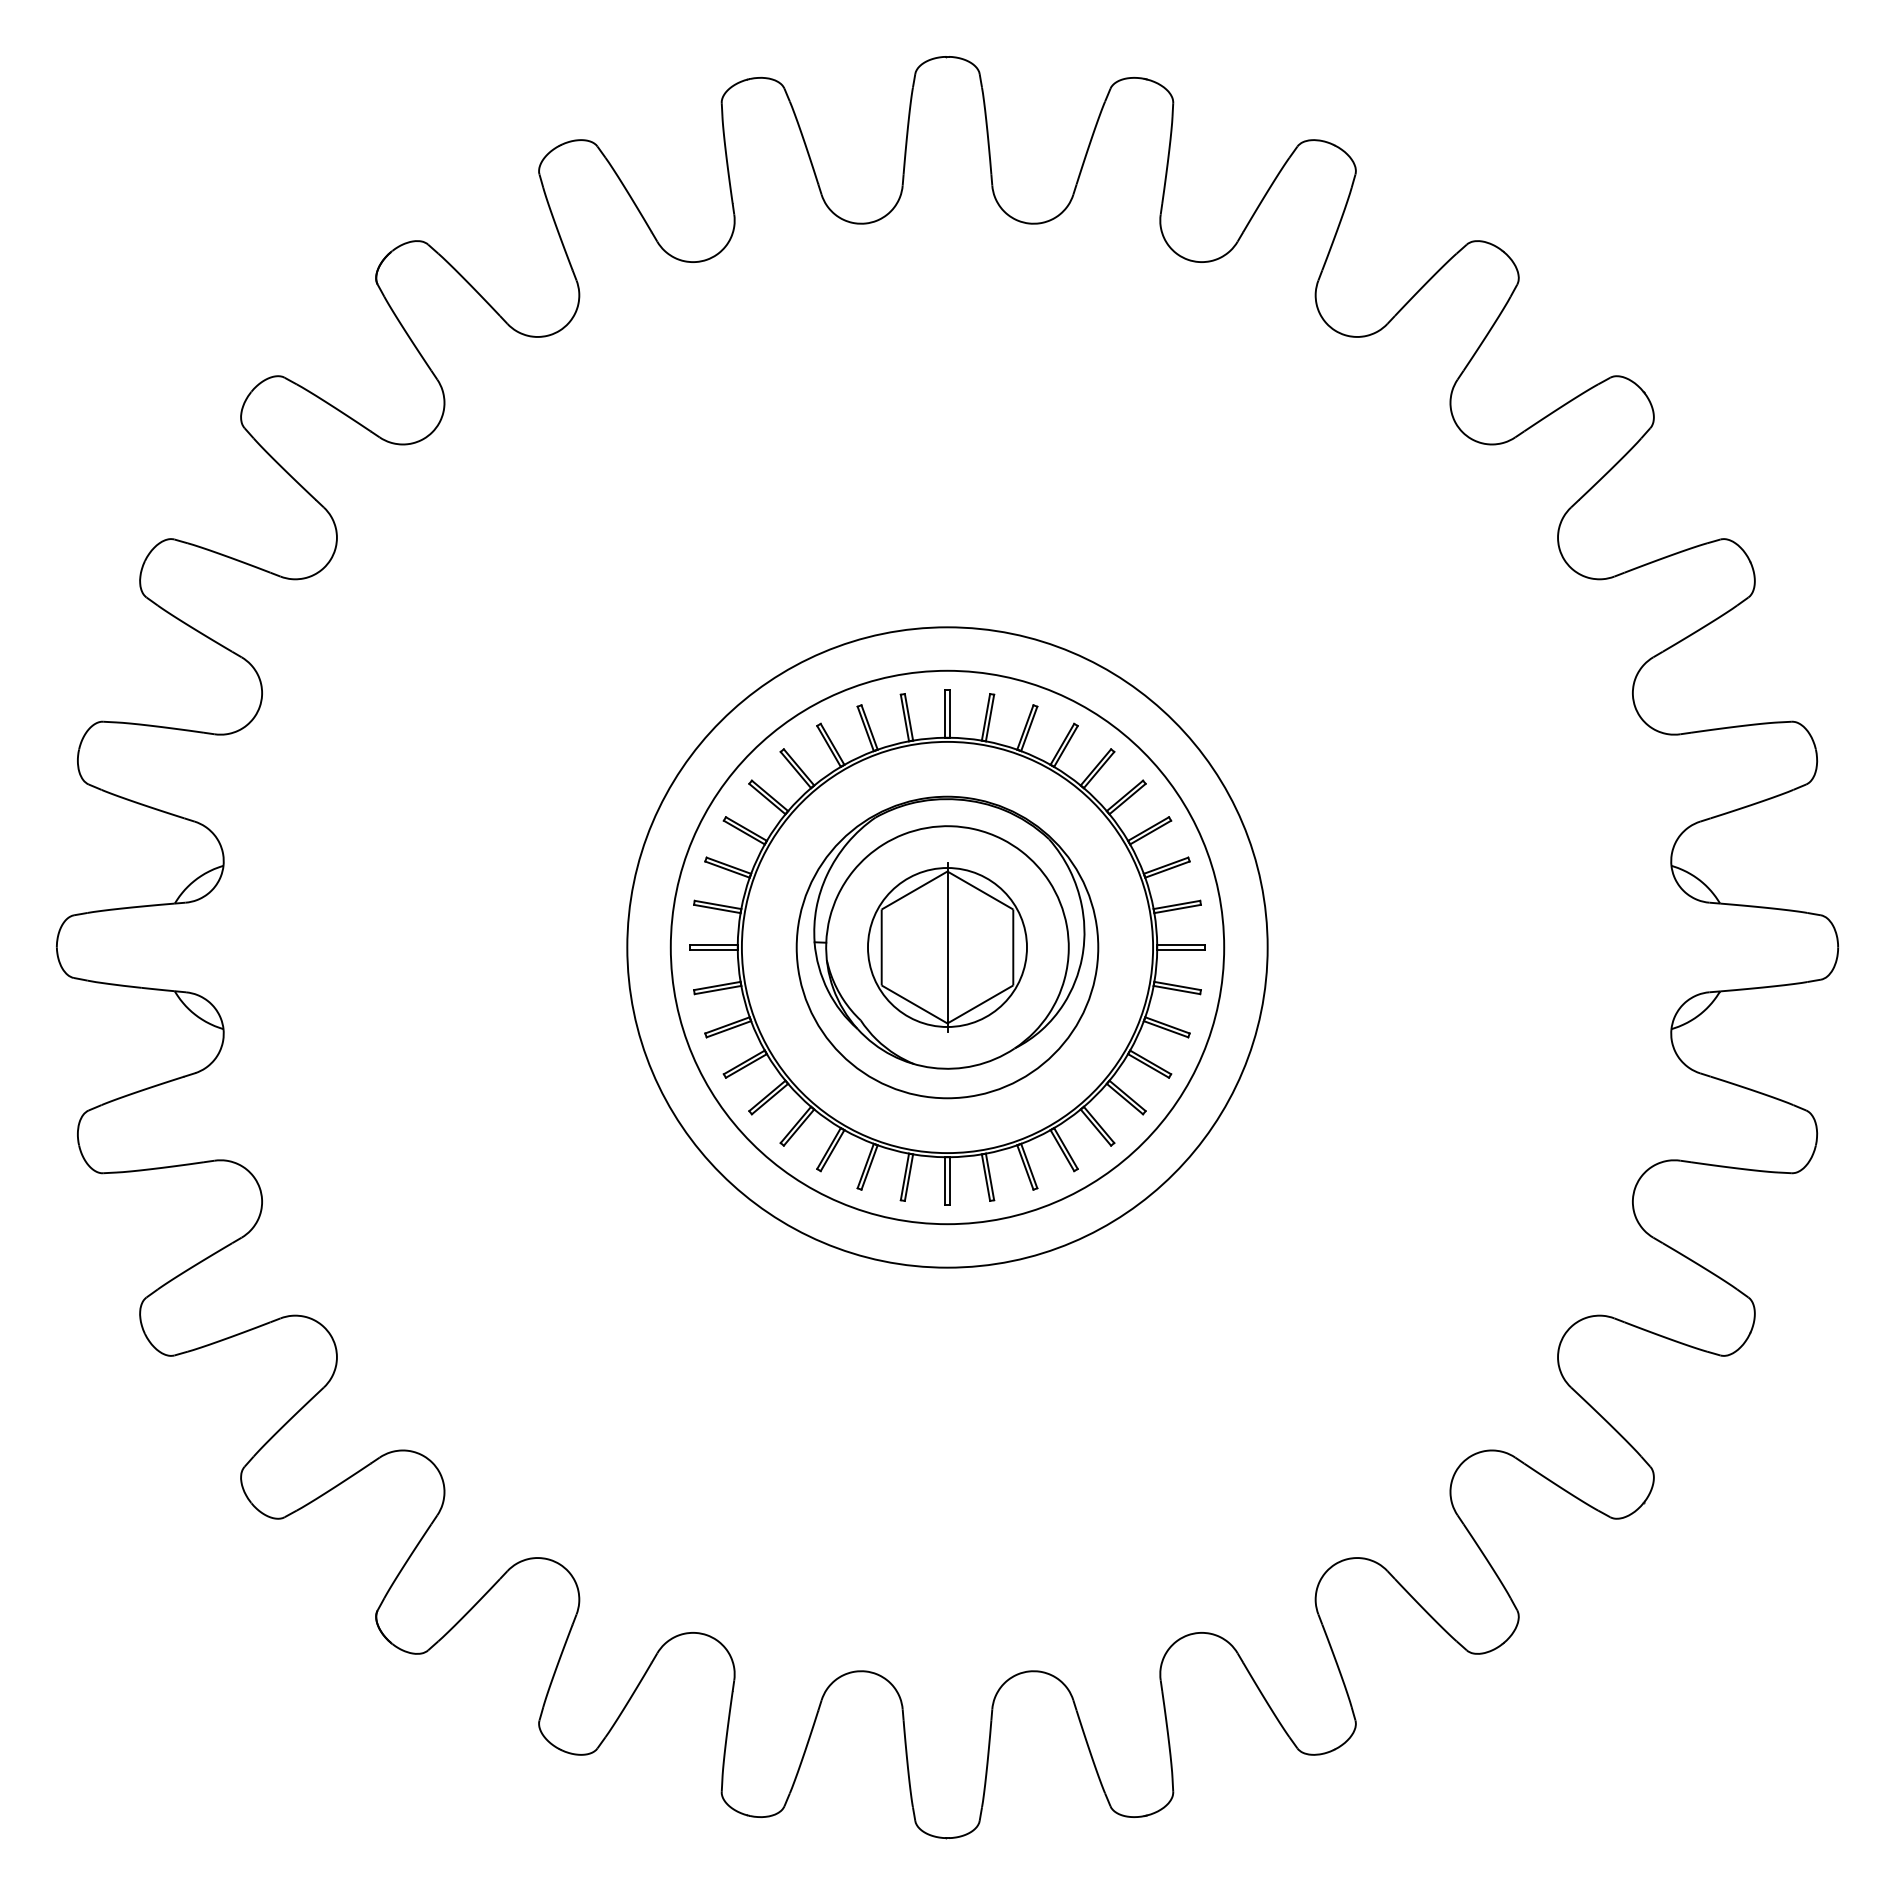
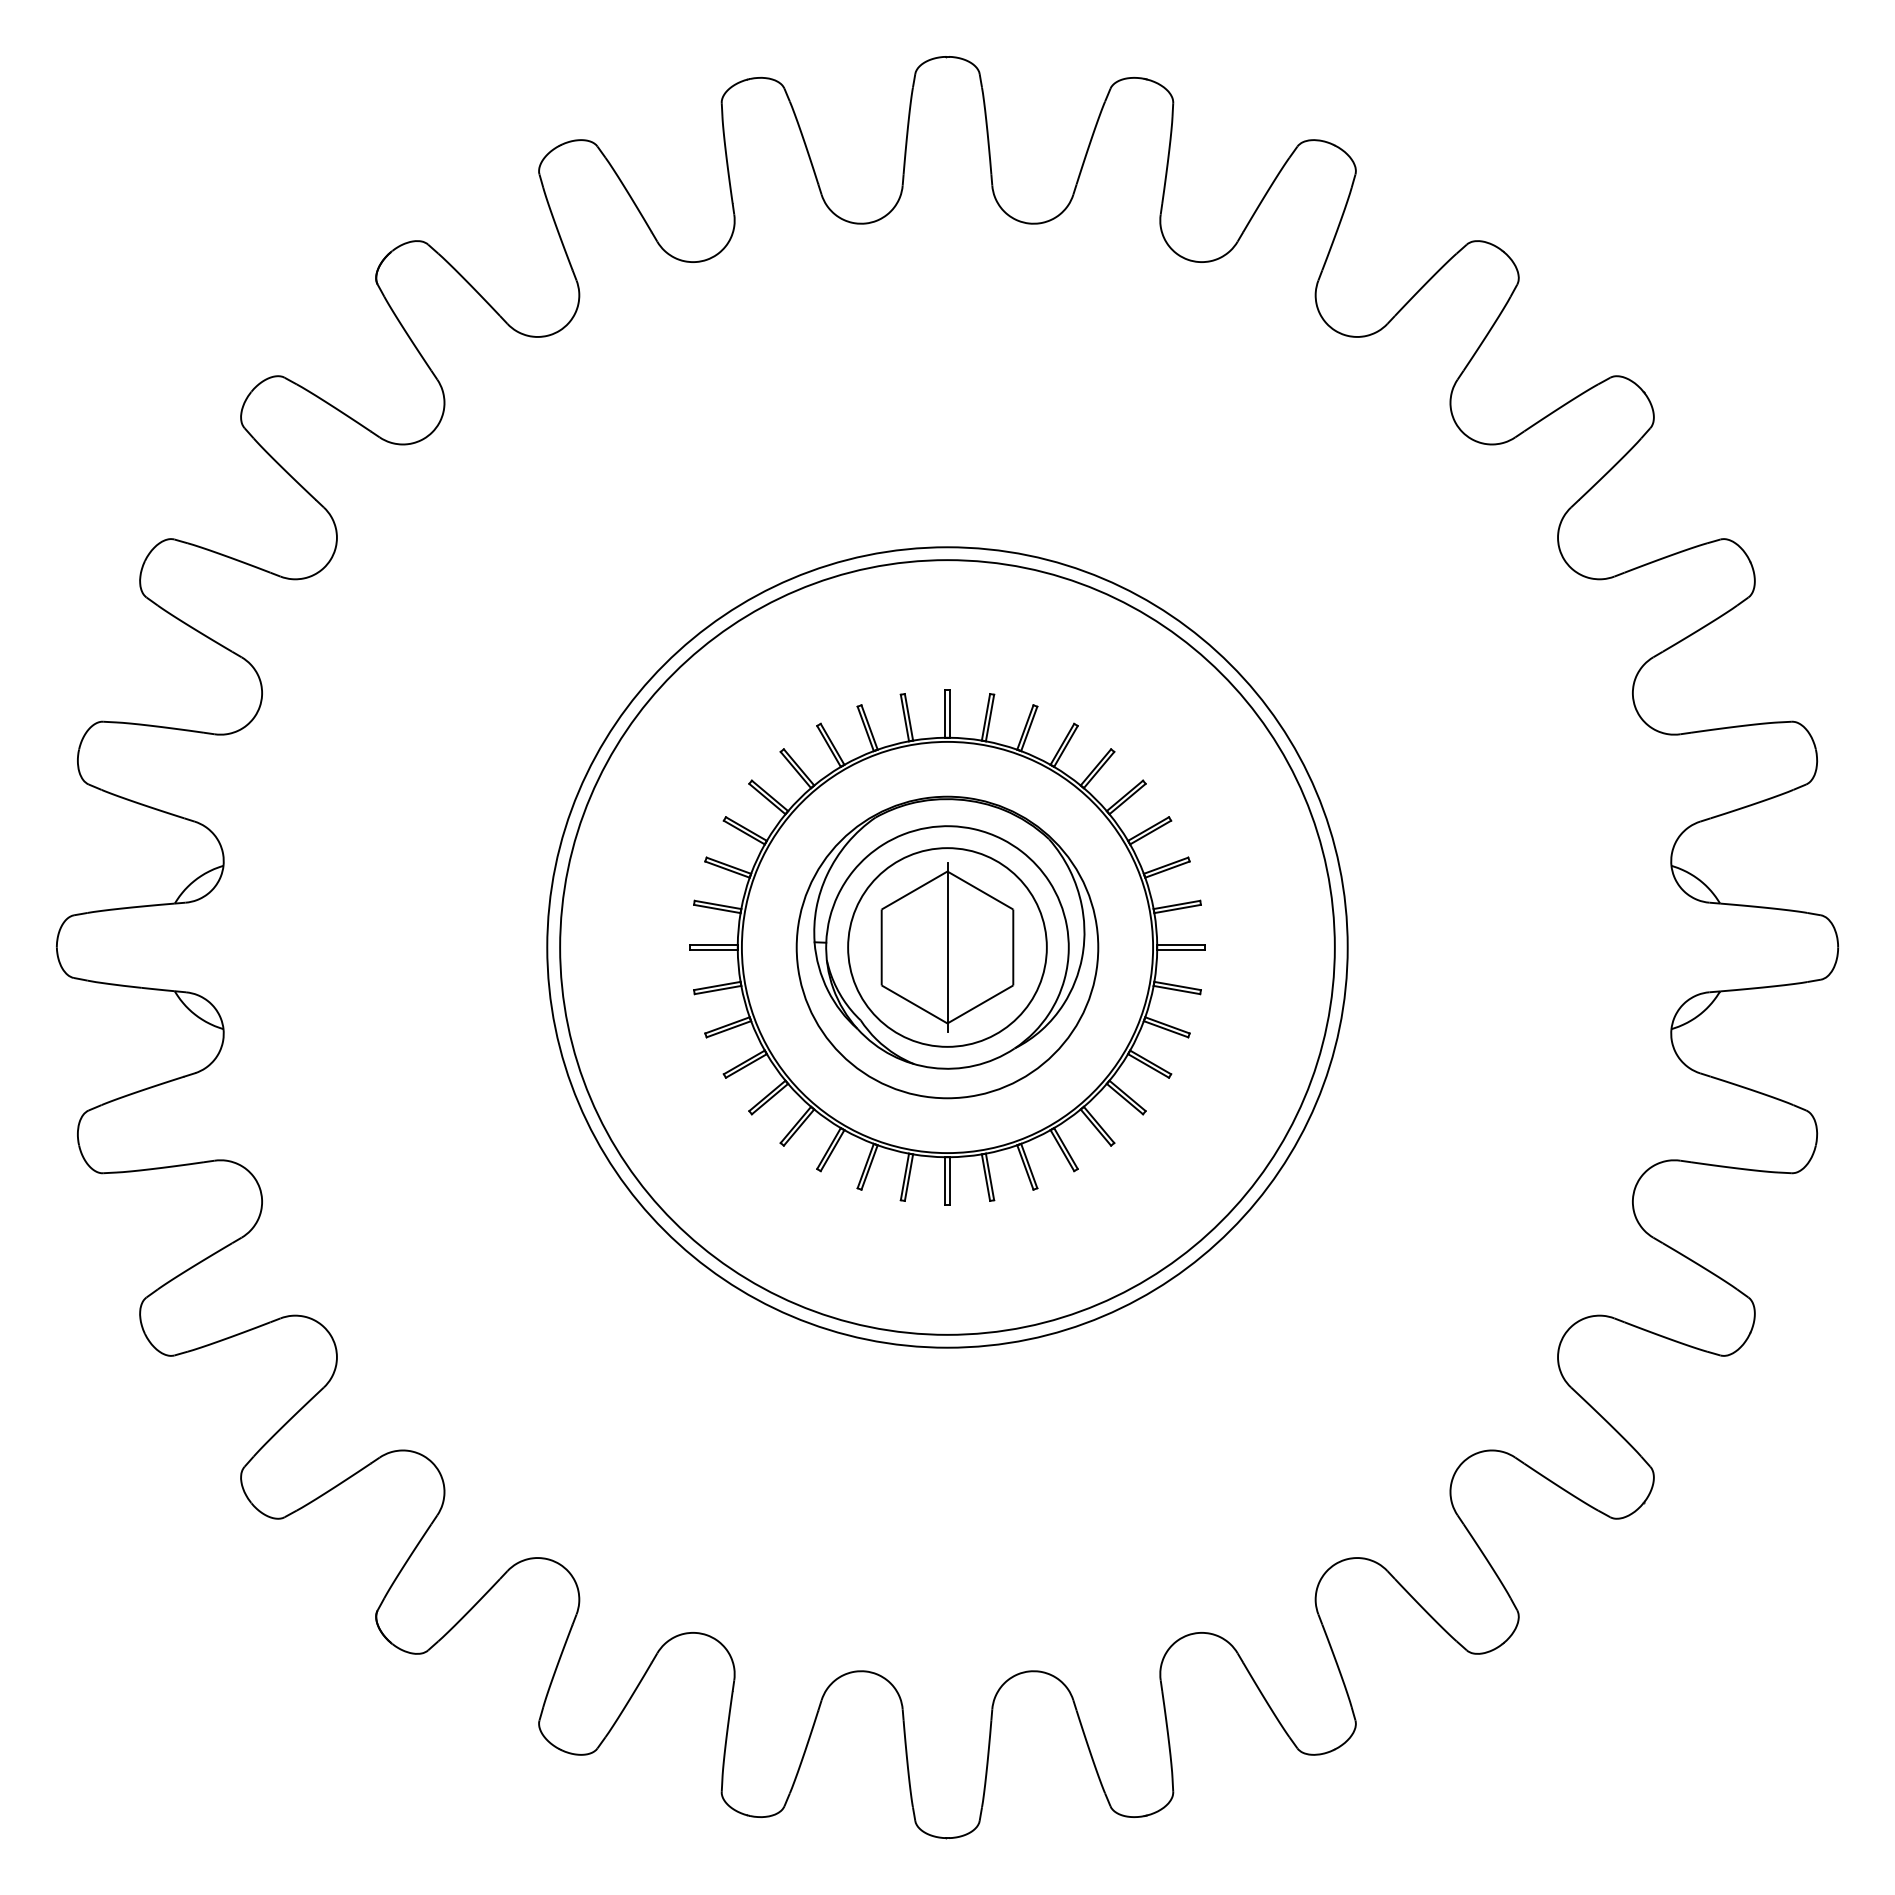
circle at (947, 947) diameter: 159 px -> 199 px
circle at (947, 947) diameter: 553 px -> 775 px
circle at (947, 947) diameter: 640 px -> 800 px
